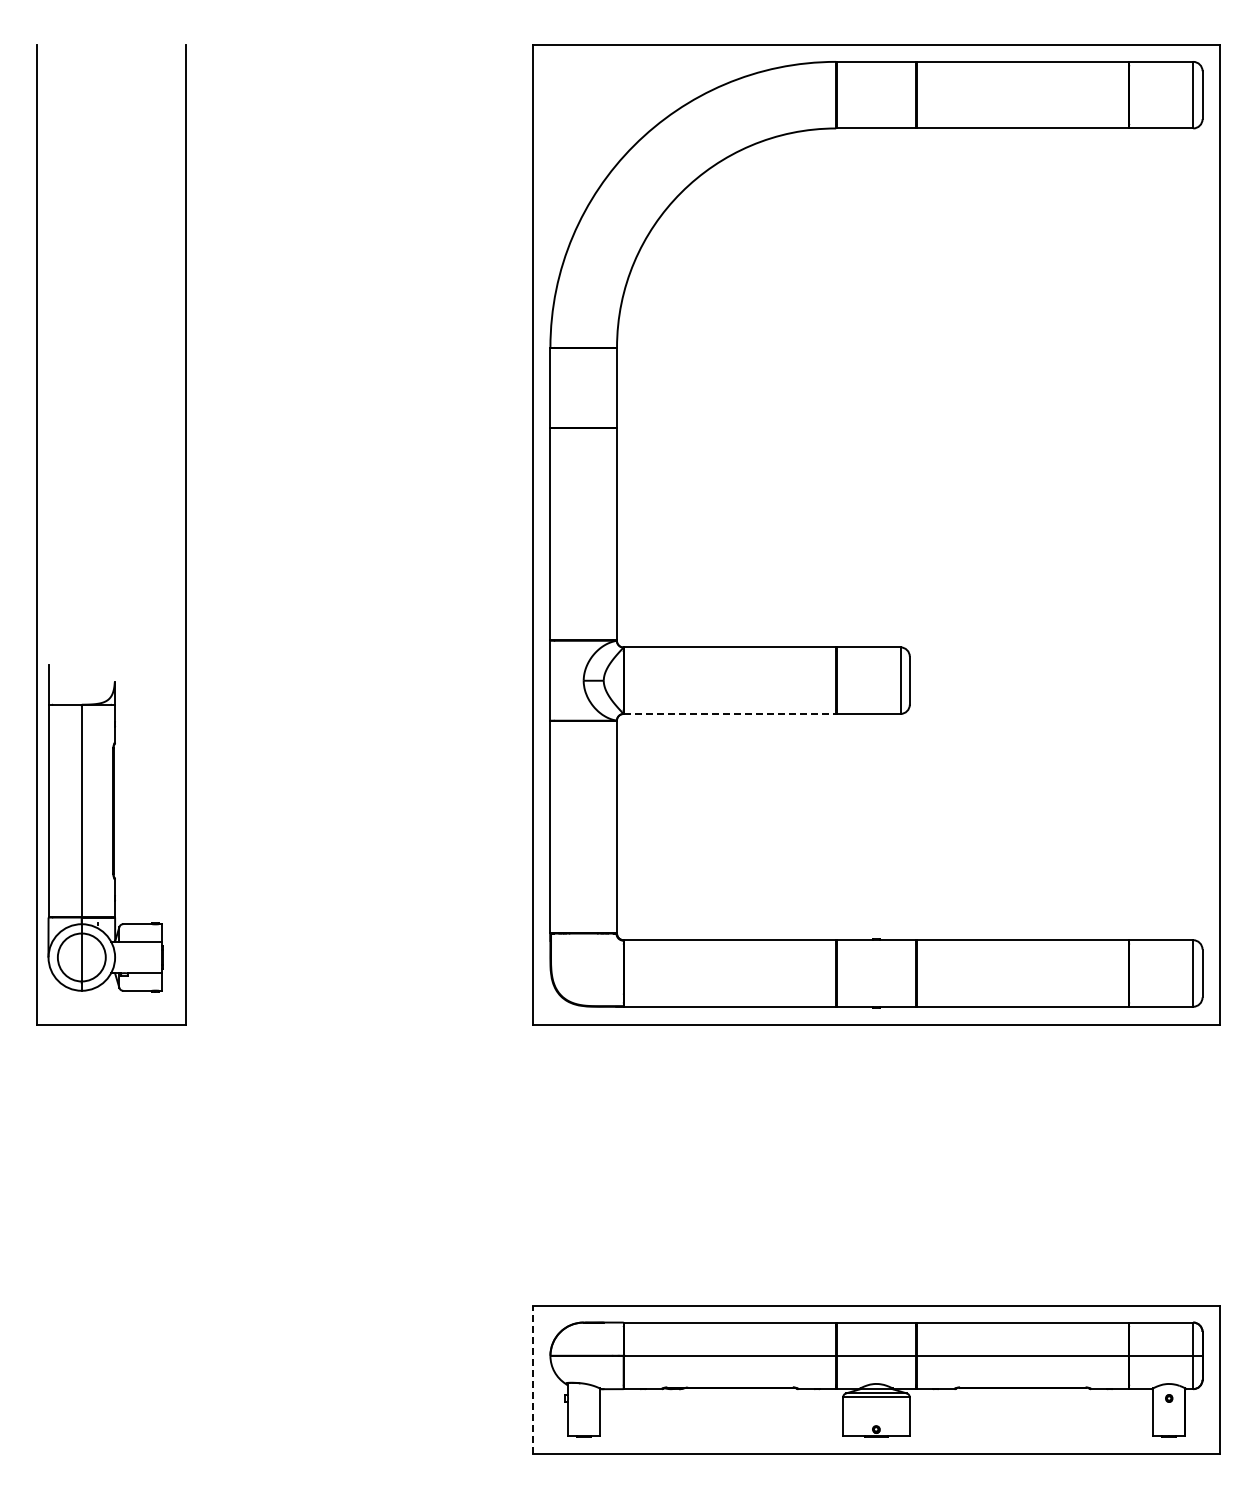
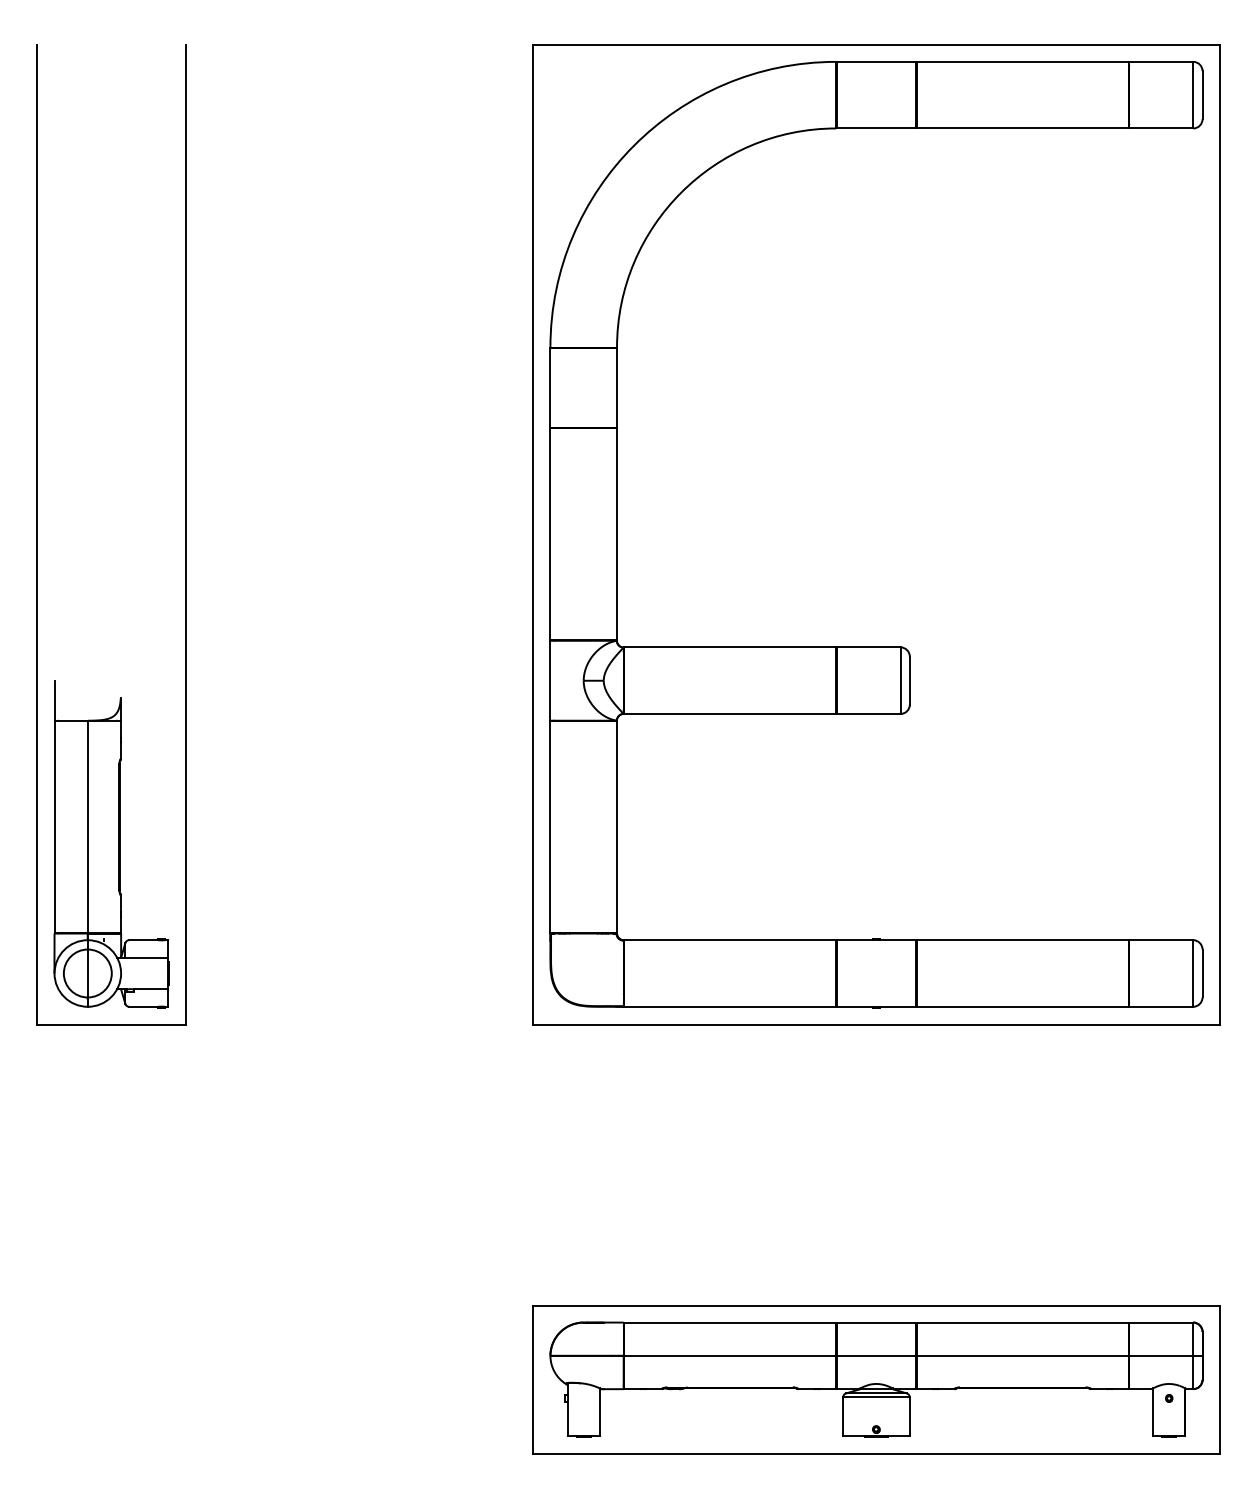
line at (730, 713): dashed -> solid
part at (105, 828) position: (105, 828) -> (111, 844)
line at (533, 1379): dashed -> solid
